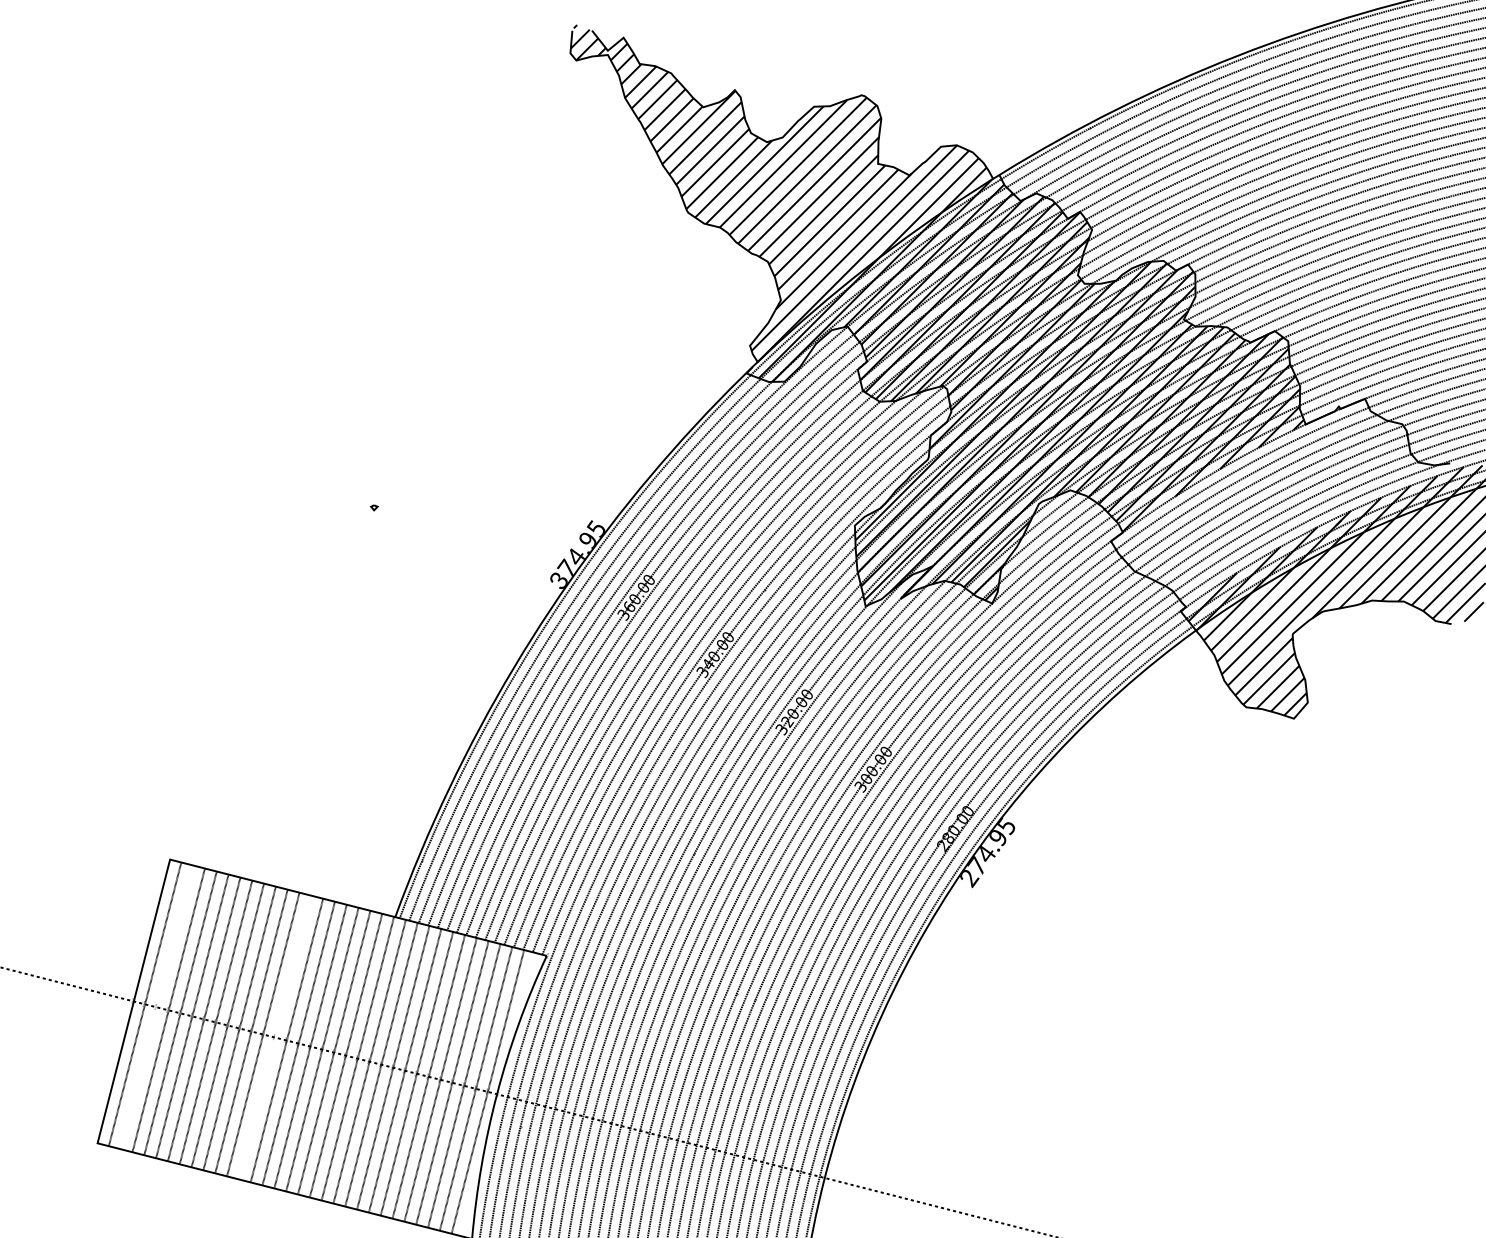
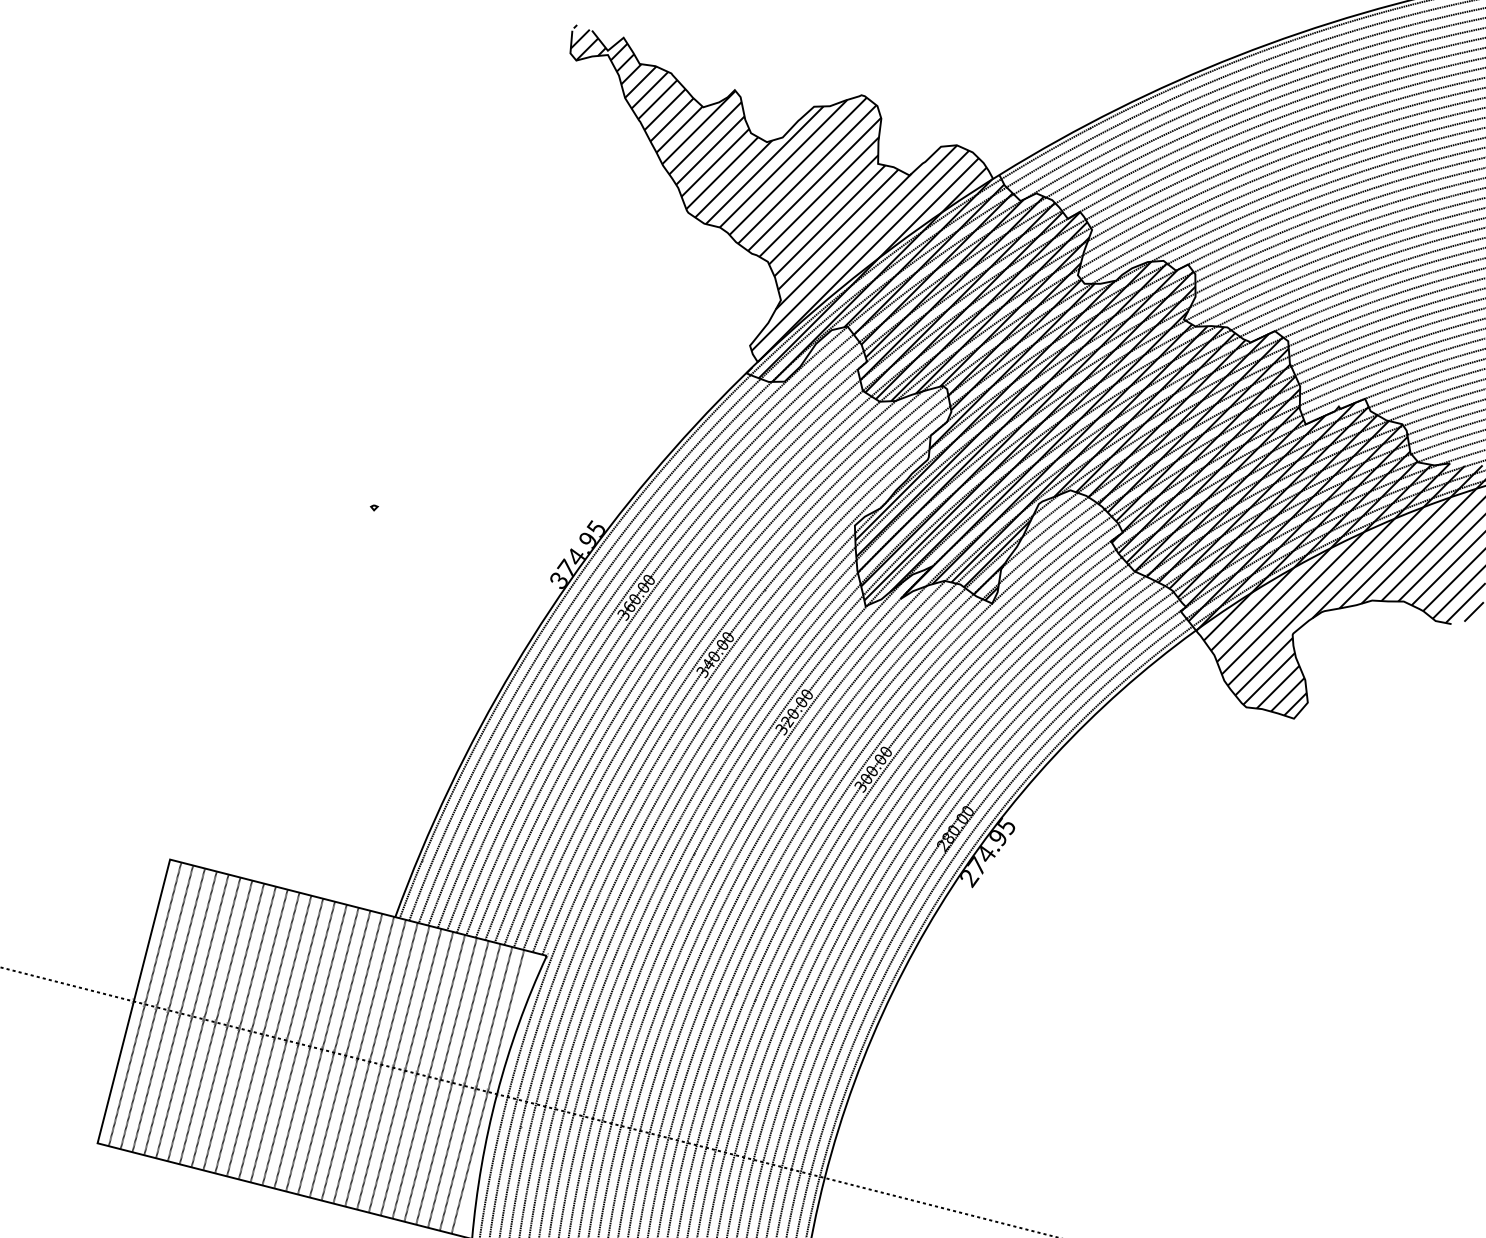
hatch at (1287, 504): none -> present
line at (156, 1007): none -> present
line at (274, 1037): none -> present
